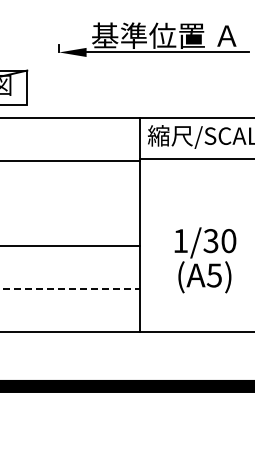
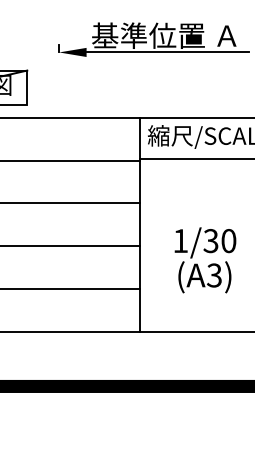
line at (70, 203): none -> present
text at (214, 275): (A5) -> (A3)
line at (70, 288): dashed -> solid
